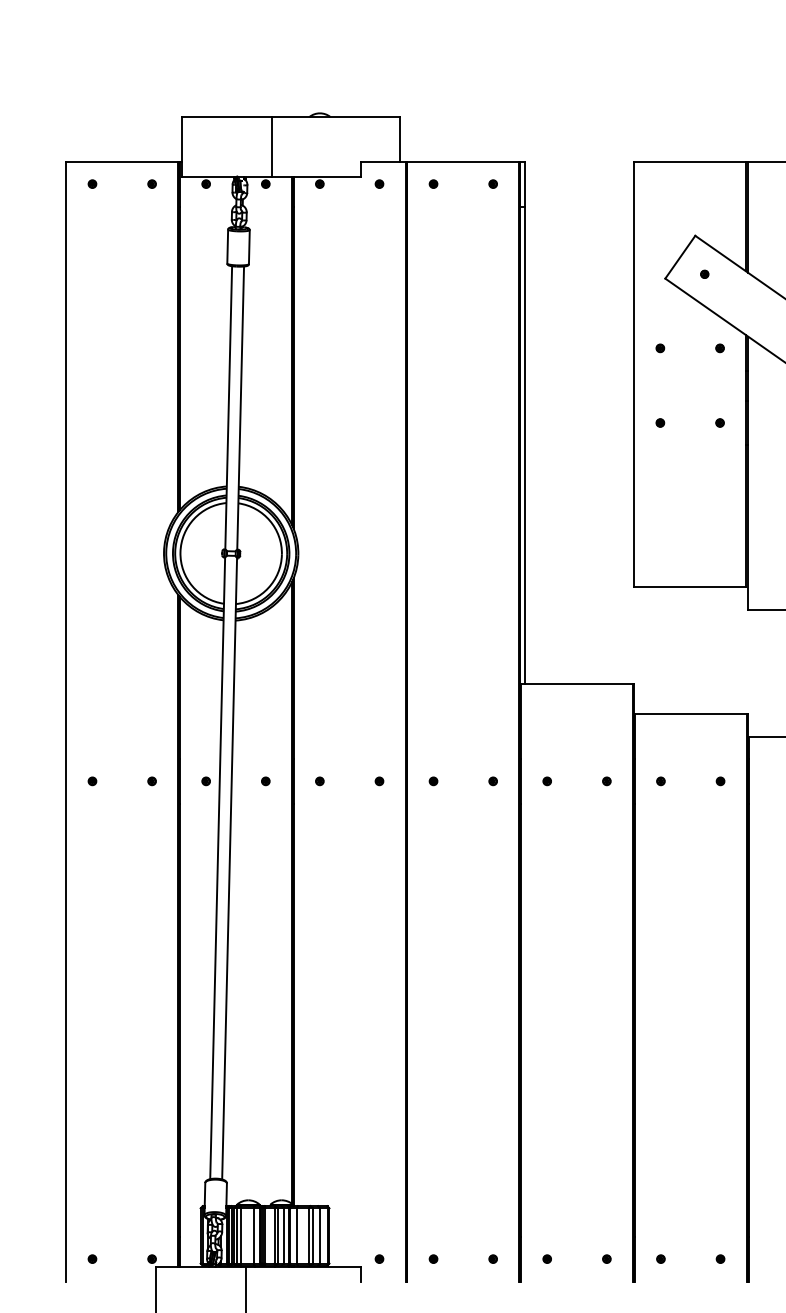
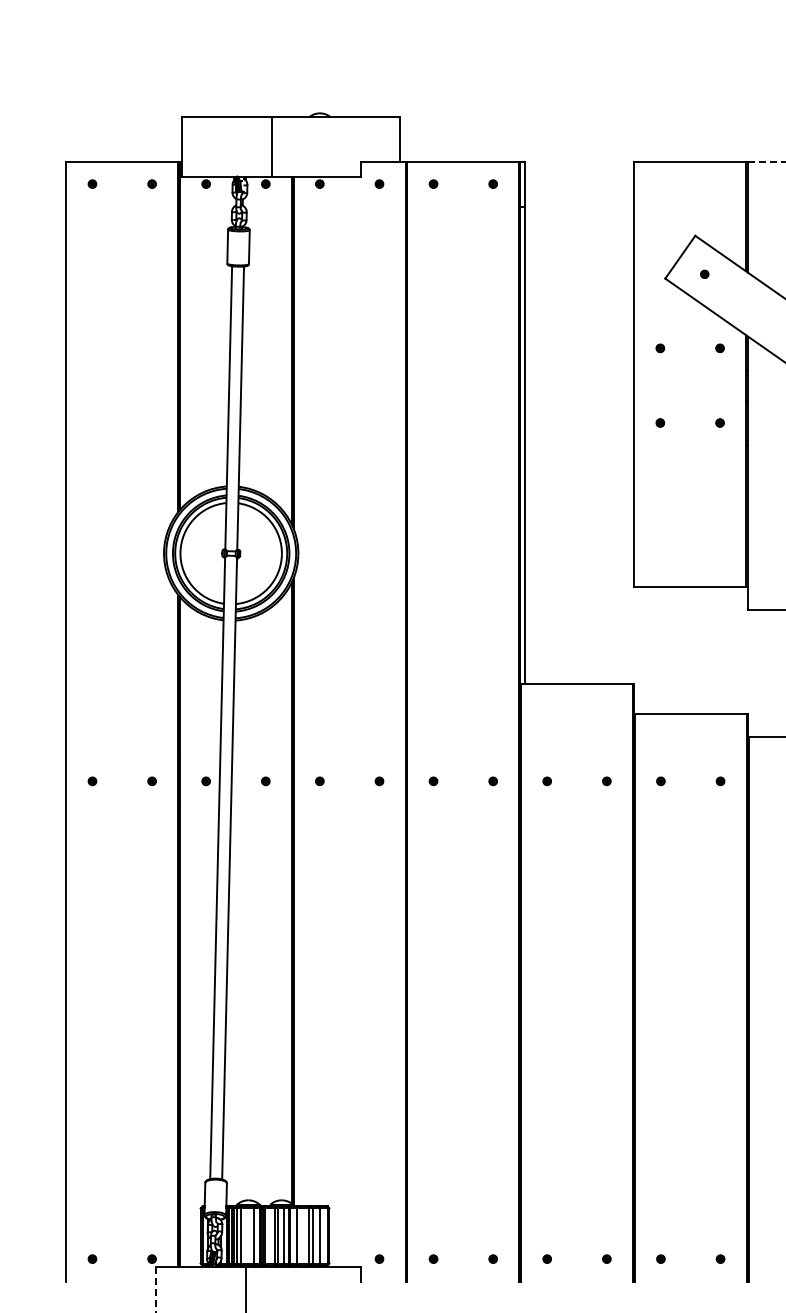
line at (767, 161): solid -> dashed
line at (156, 1289): solid -> dashed
